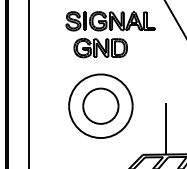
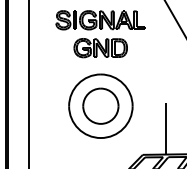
part at (110, 21) position: (110, 21) -> (100, 20)
